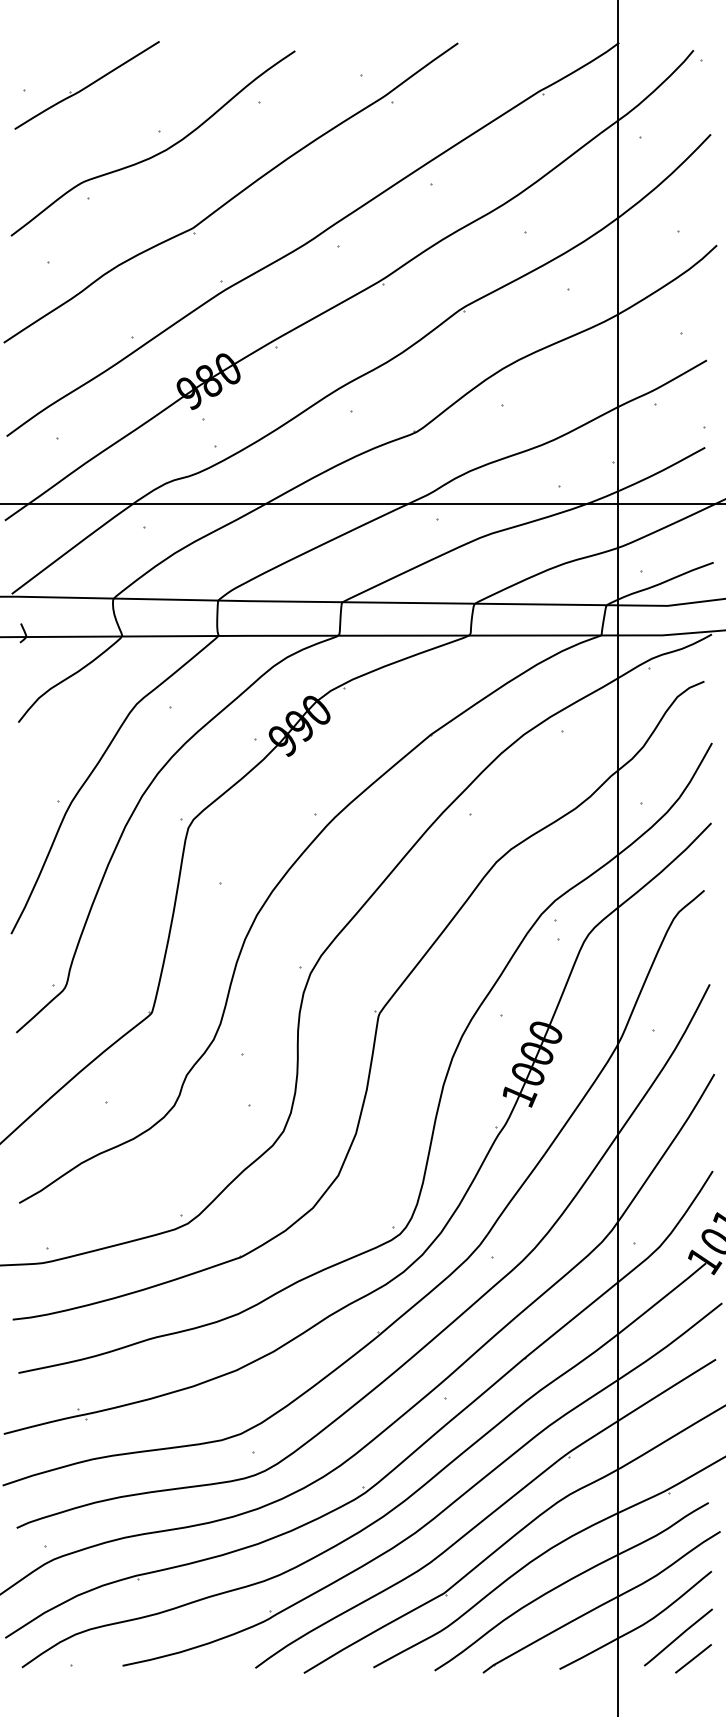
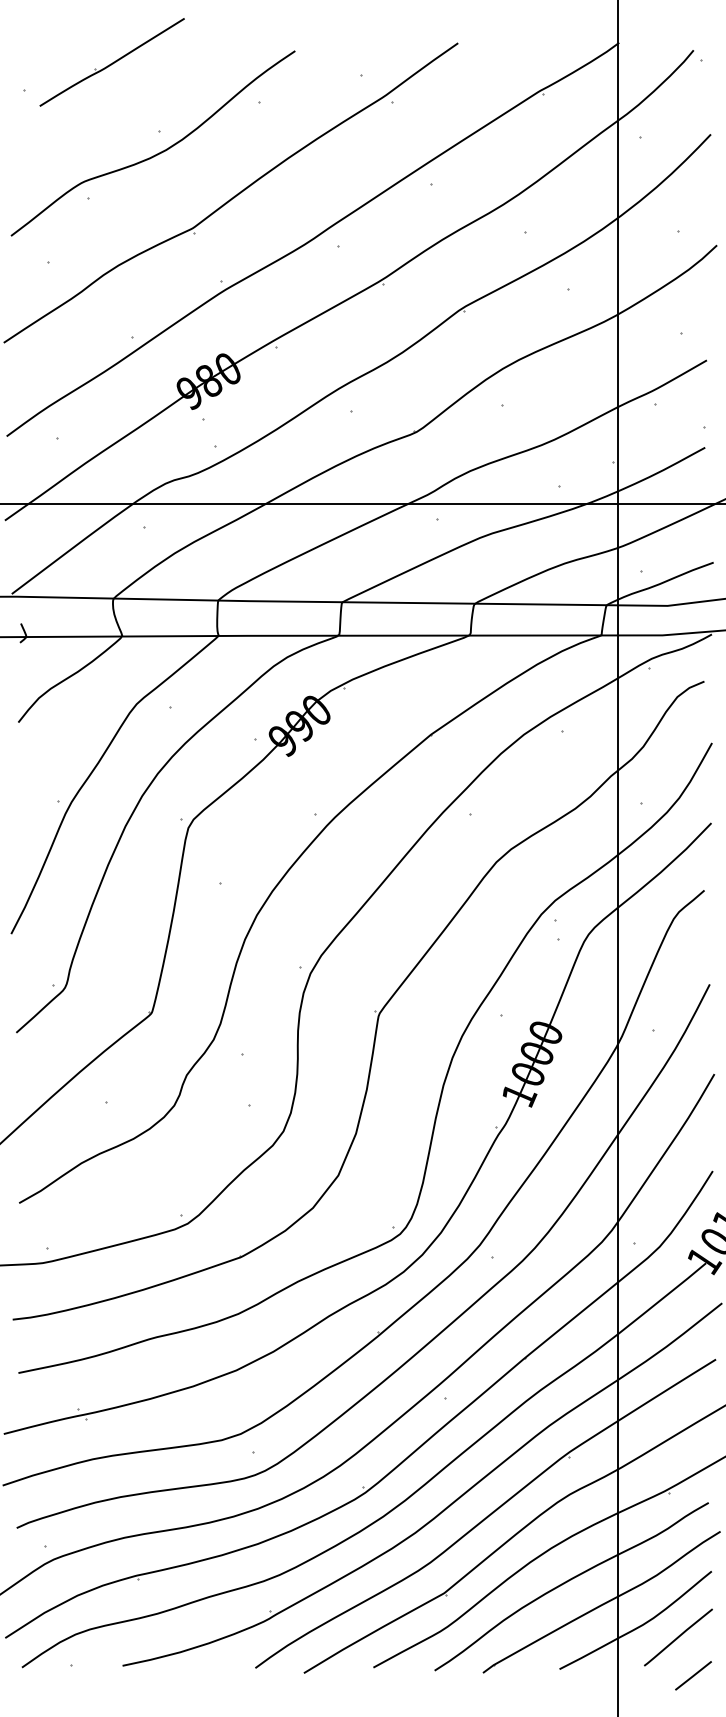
part at (86, 85) position: (86, 85) -> (111, 62)
line at (693, 1658) position: (693, 1658) -> (693, 1675)
